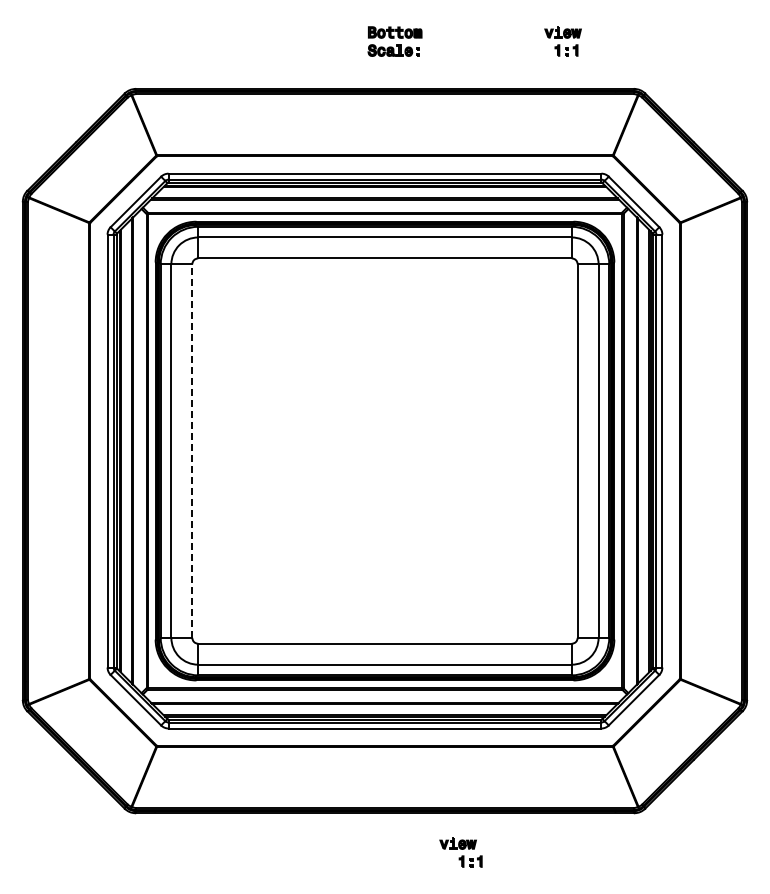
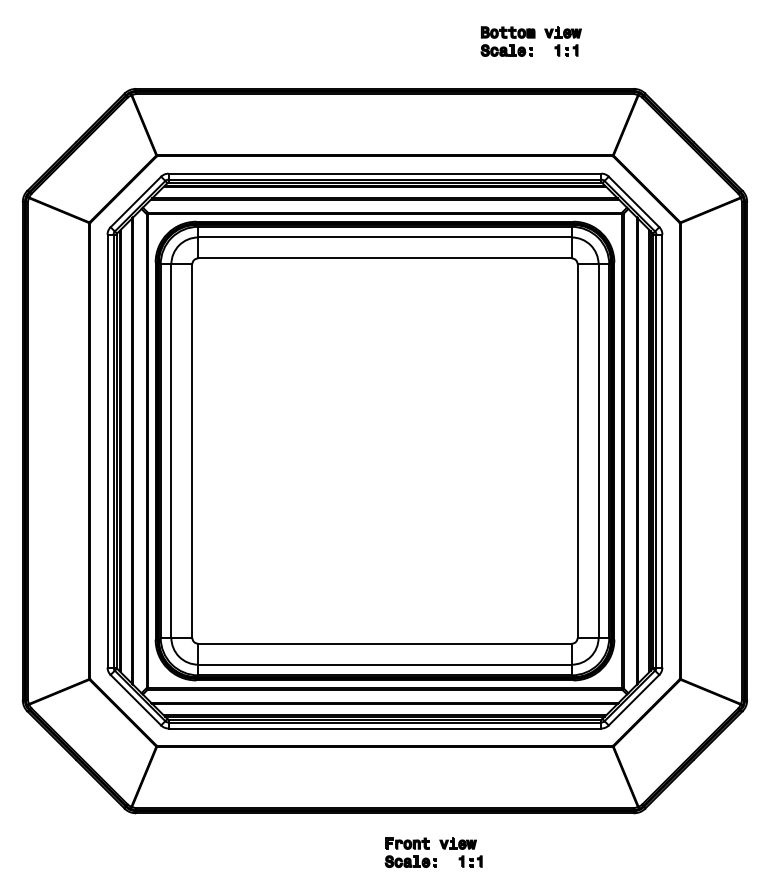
part at (394, 41) position: (394, 41) -> (507, 41)
line at (192, 451): dashed -> solid
part at (410, 852): none -> present
